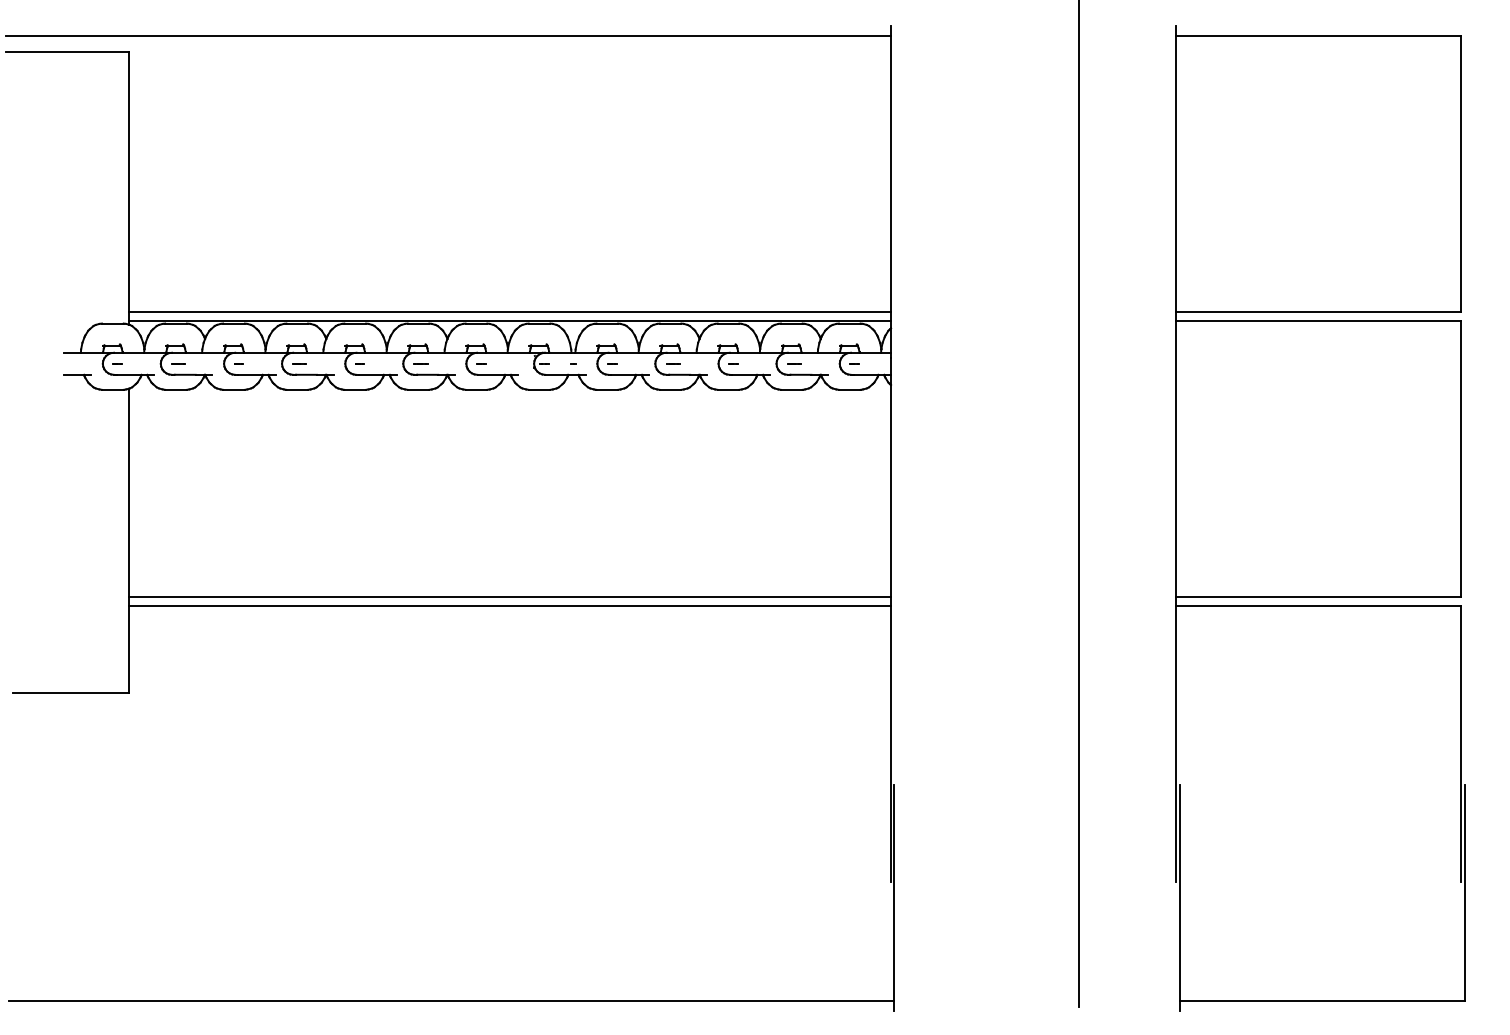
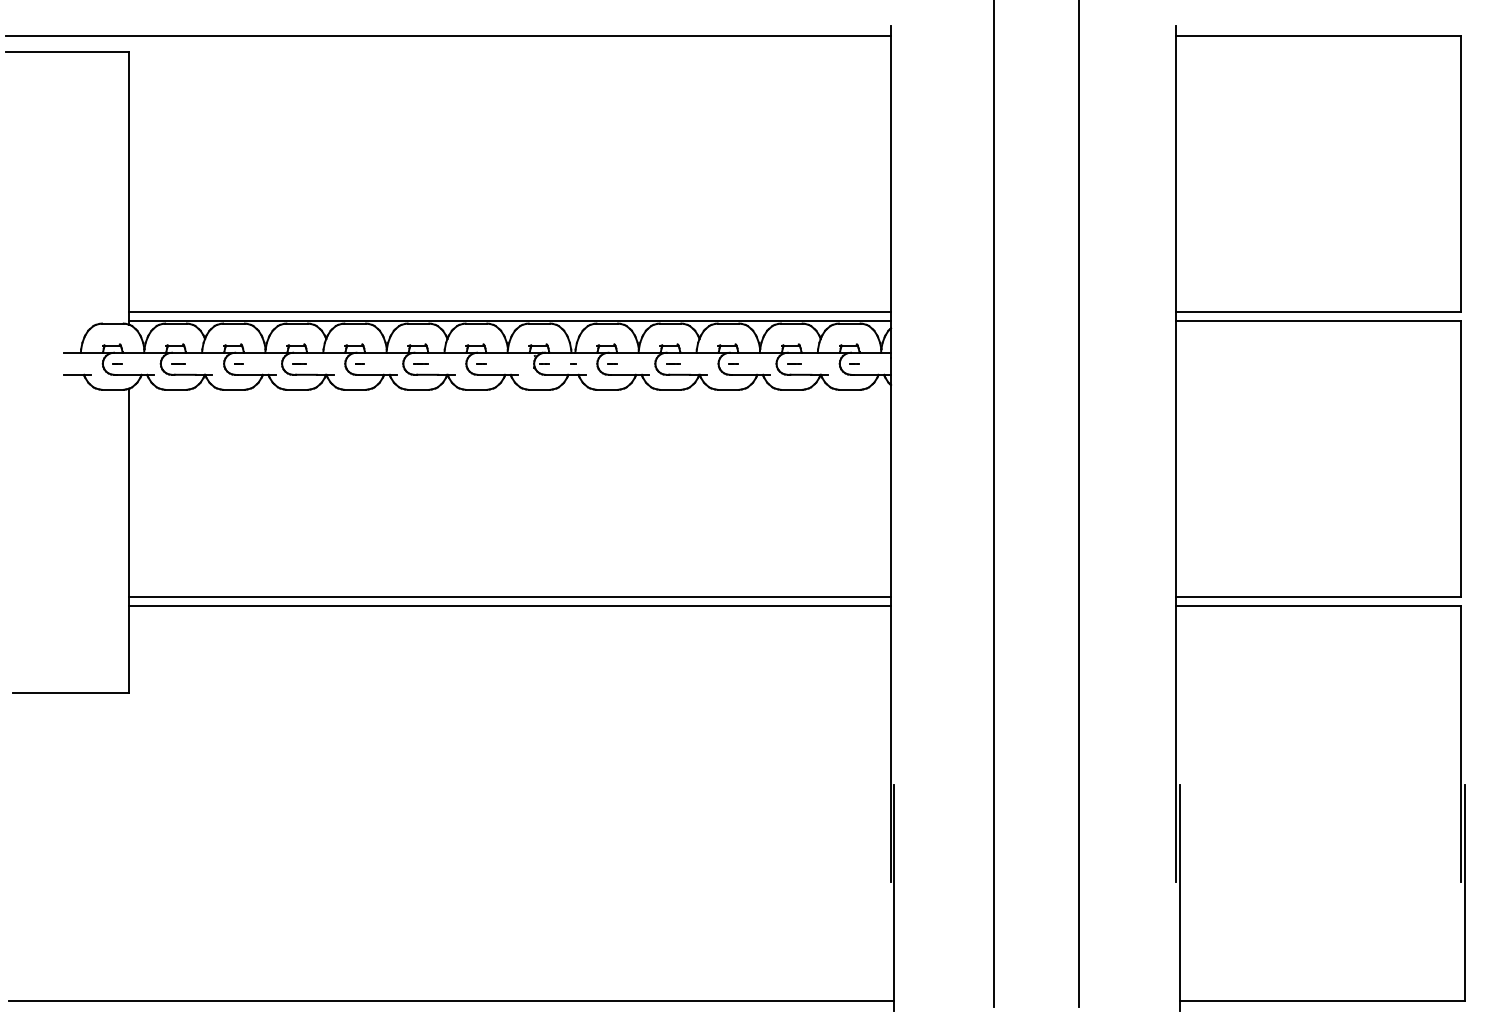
line at (993, 504): none -> present
